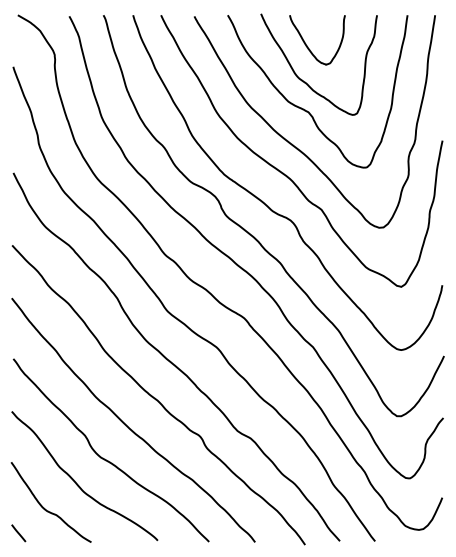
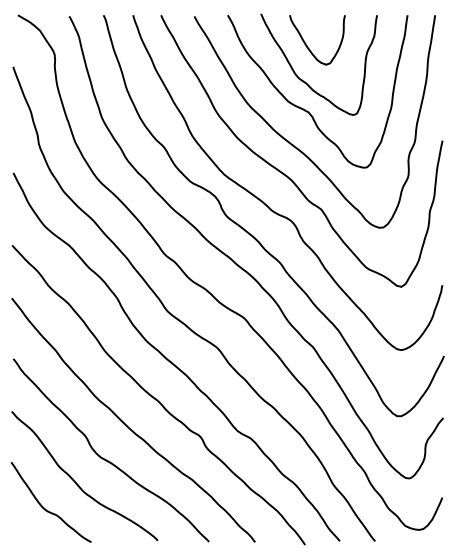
line at (18, 533): present -> none
